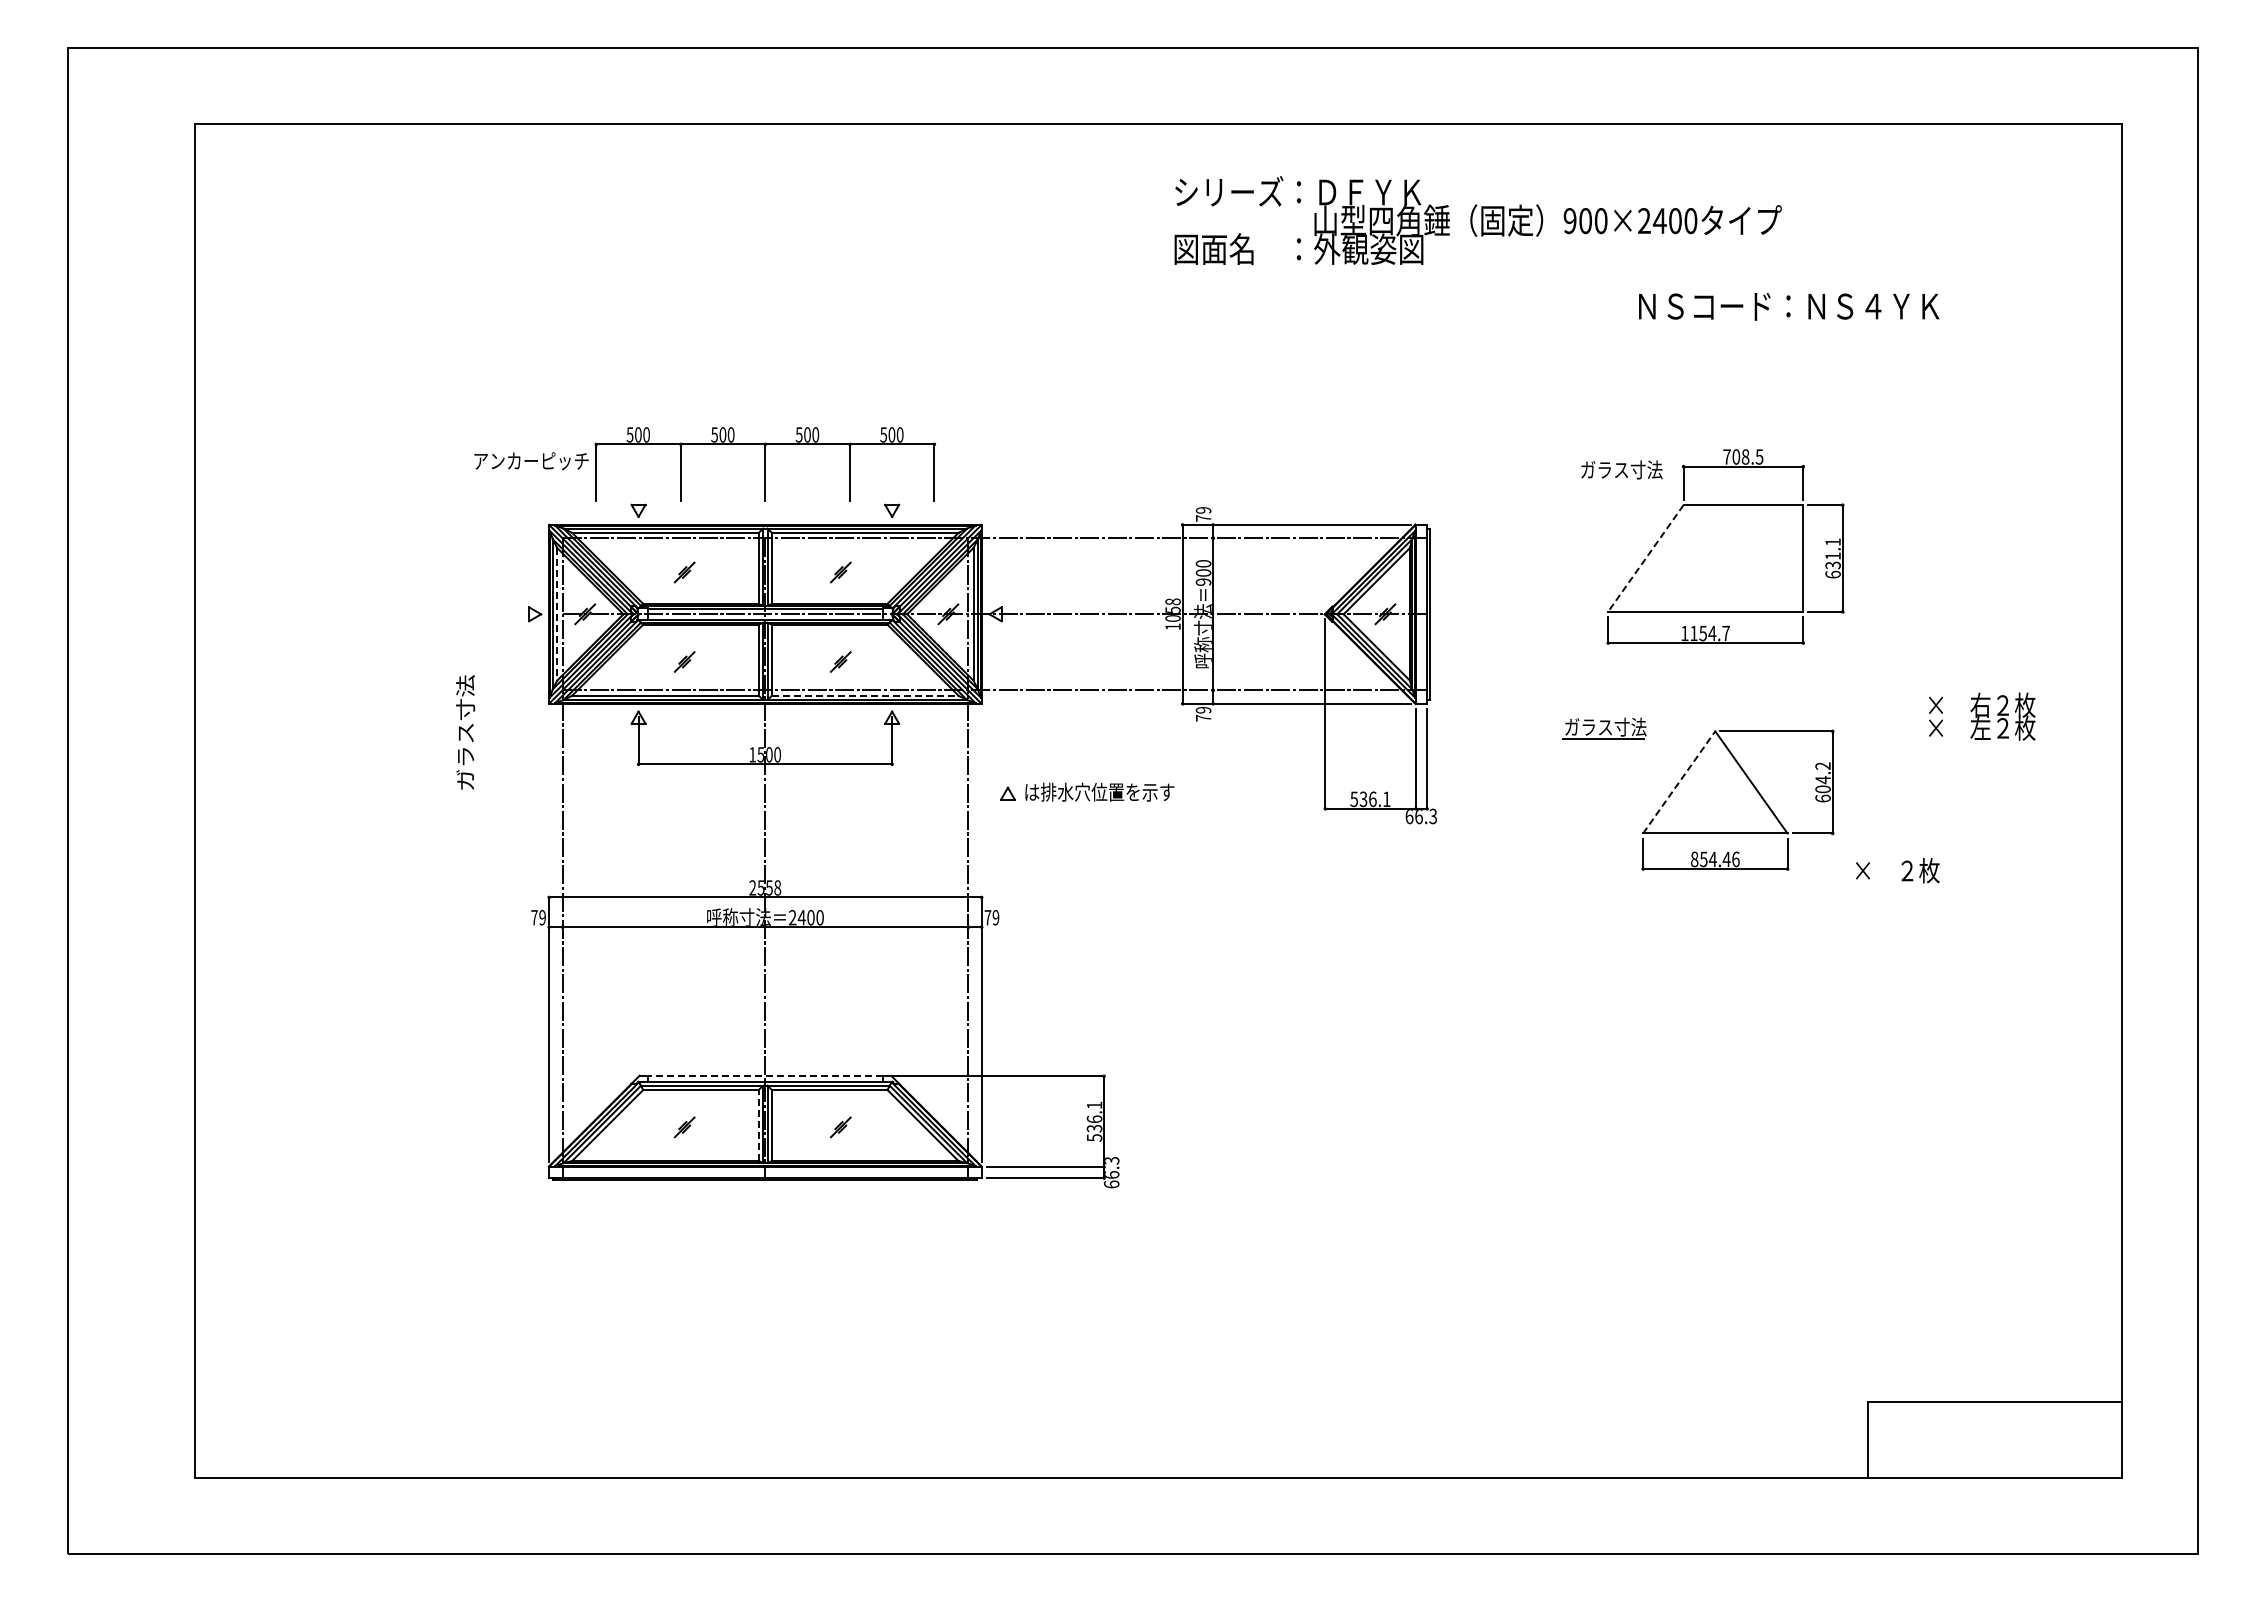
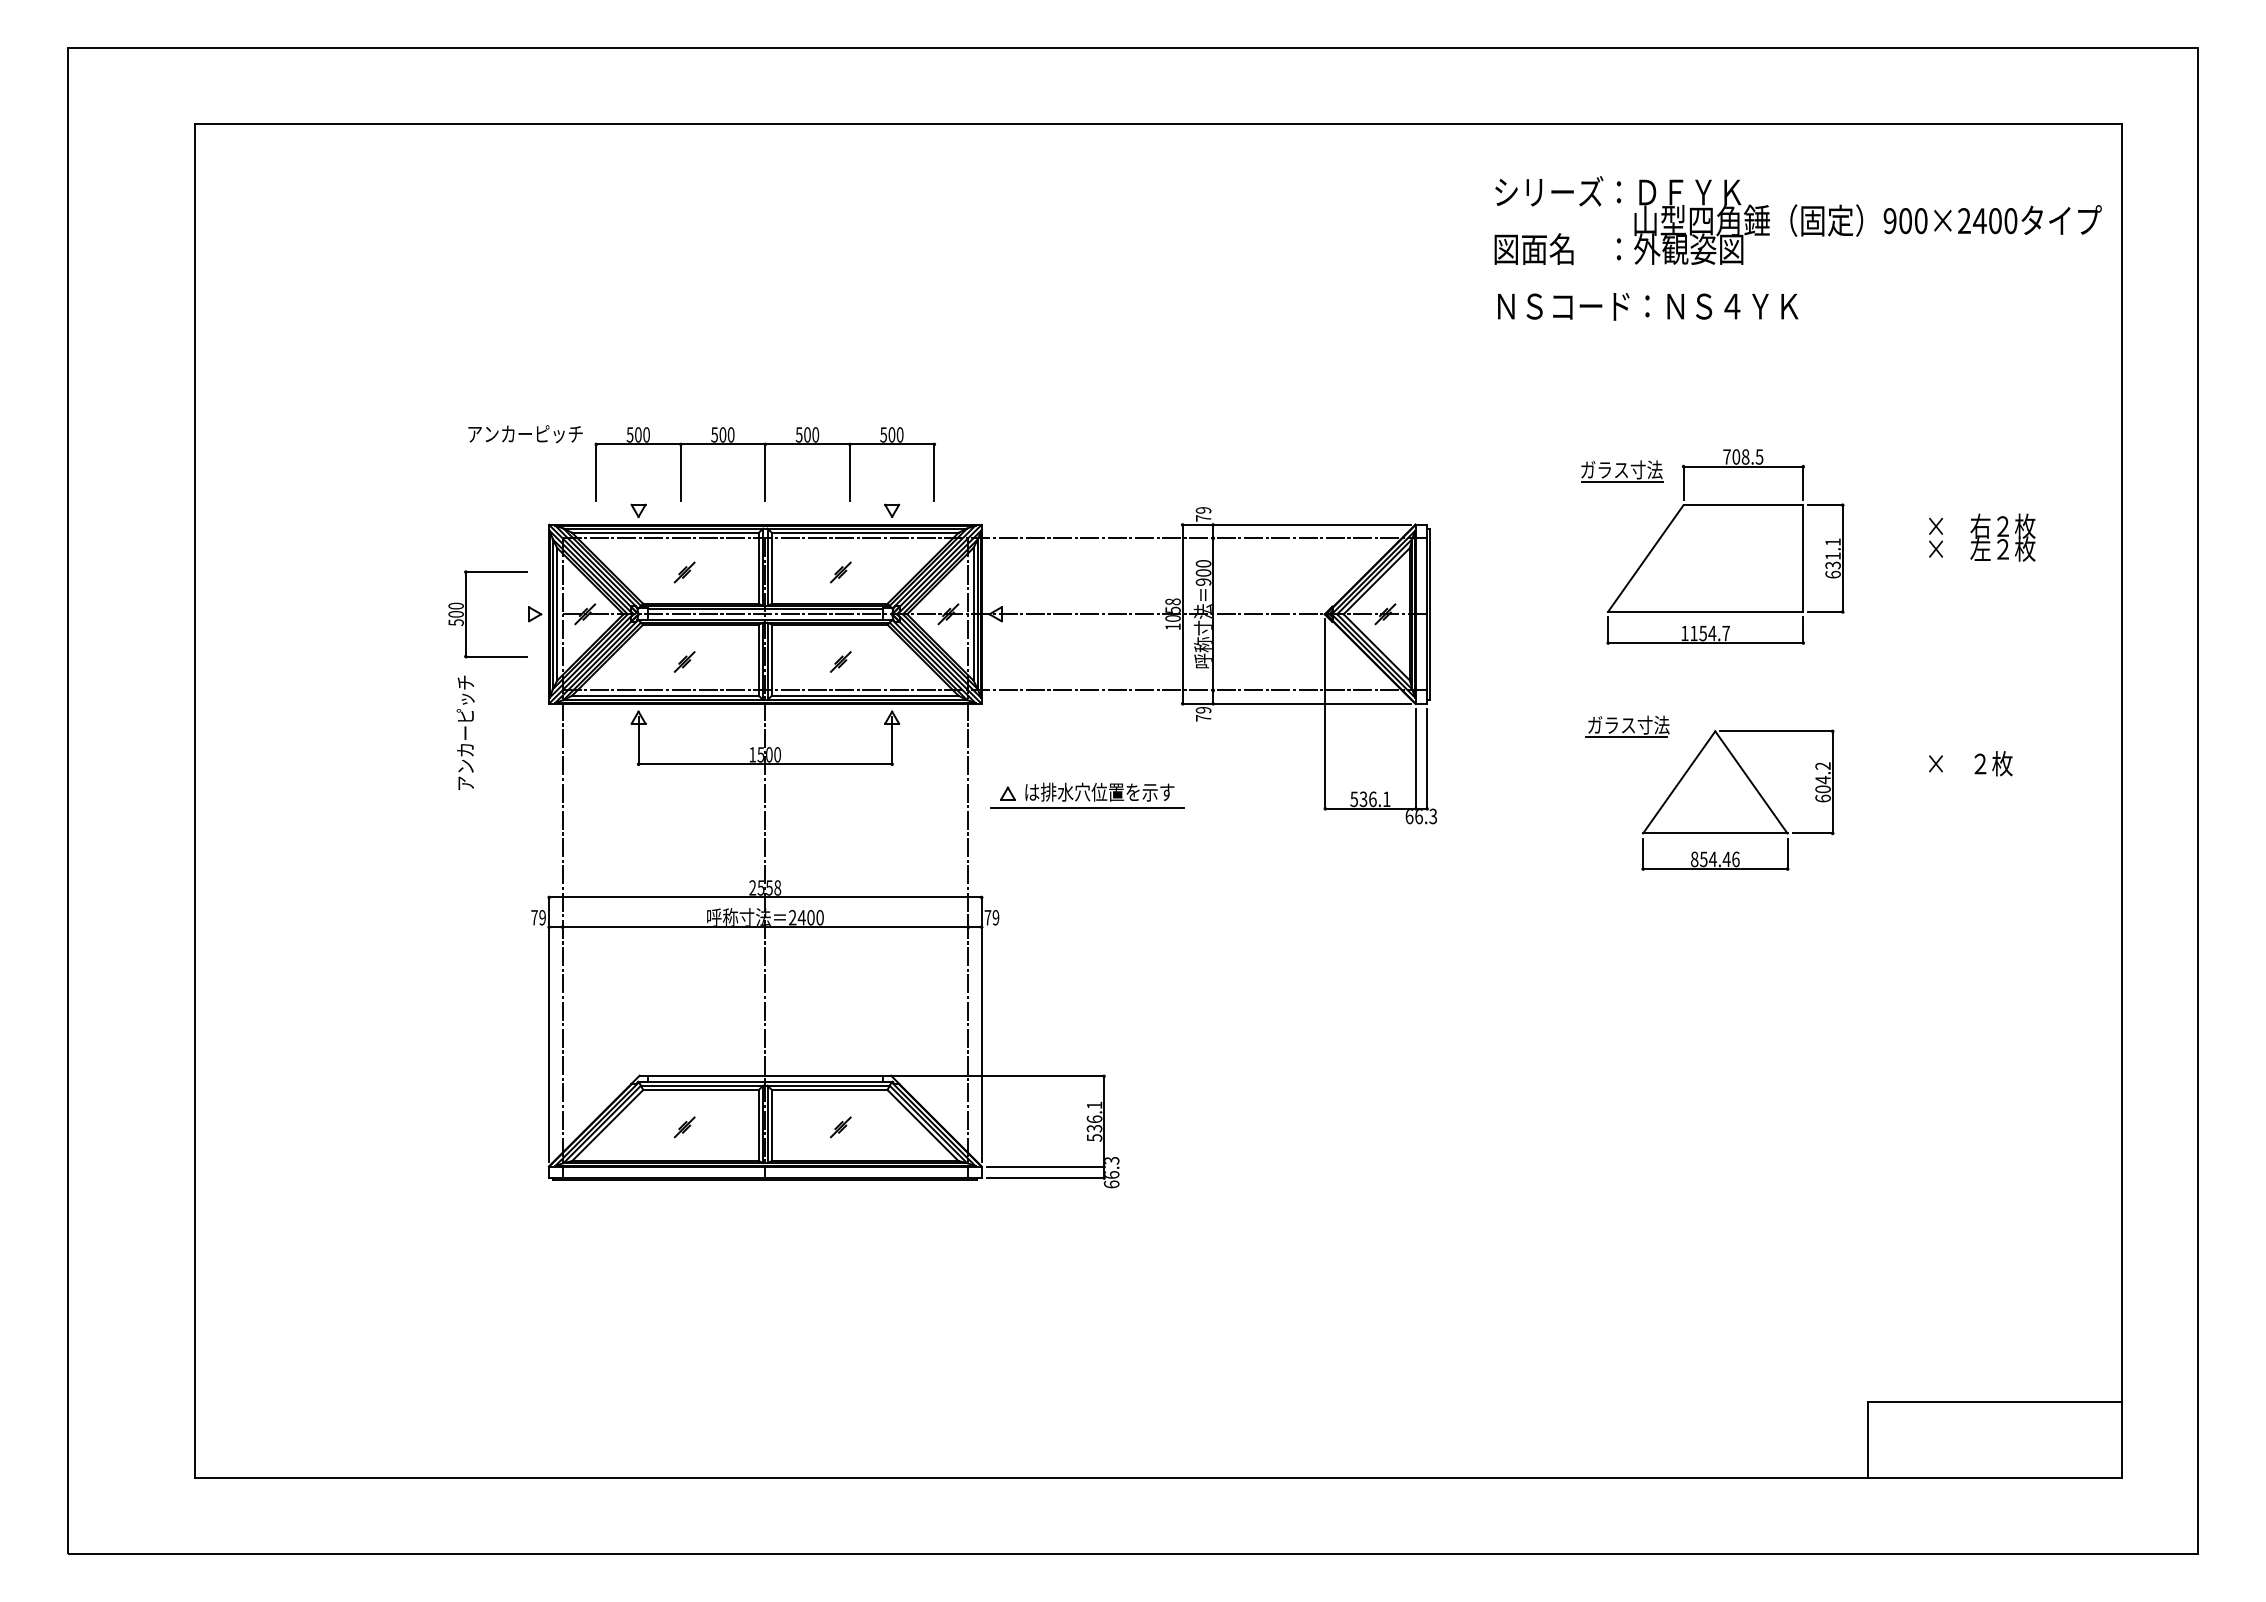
text at (1477, 220) position: (1477, 220) -> (1797, 220)
text at (1789, 306) position: (1789, 306) -> (1648, 306)
text at (531, 461) position: (531, 461) -> (525, 434)
line at (1621, 481): none -> present
line at (1645, 558): dashed -> solid
part at (466, 614): none -> present
line at (557, 614): dashed -> solid
line at (865, 695): dashed -> solid
text at (1982, 716) position: (1982, 716) -> (1982, 537)
part at (1604, 728) position: (1604, 728) -> (1627, 726)
text at (465, 732): ガラス寸法 -> アンカーピッチ
line at (1679, 782): dashed -> solid
line at (1087, 808): none -> present
text at (1897, 870) position: (1897, 870) -> (1970, 763)
line at (764, 1076): dashed -> solid
line at (758, 1125): dashed -> solid
